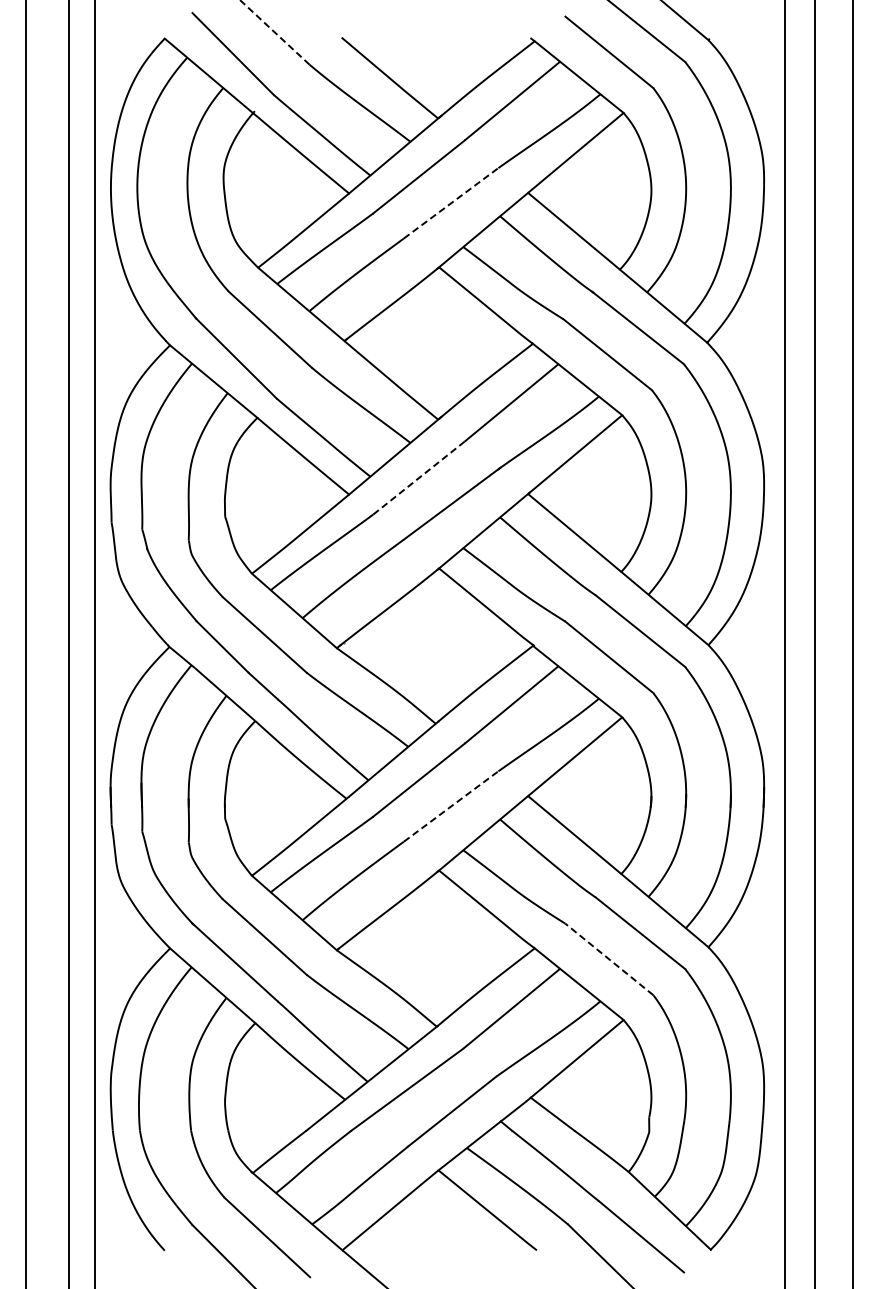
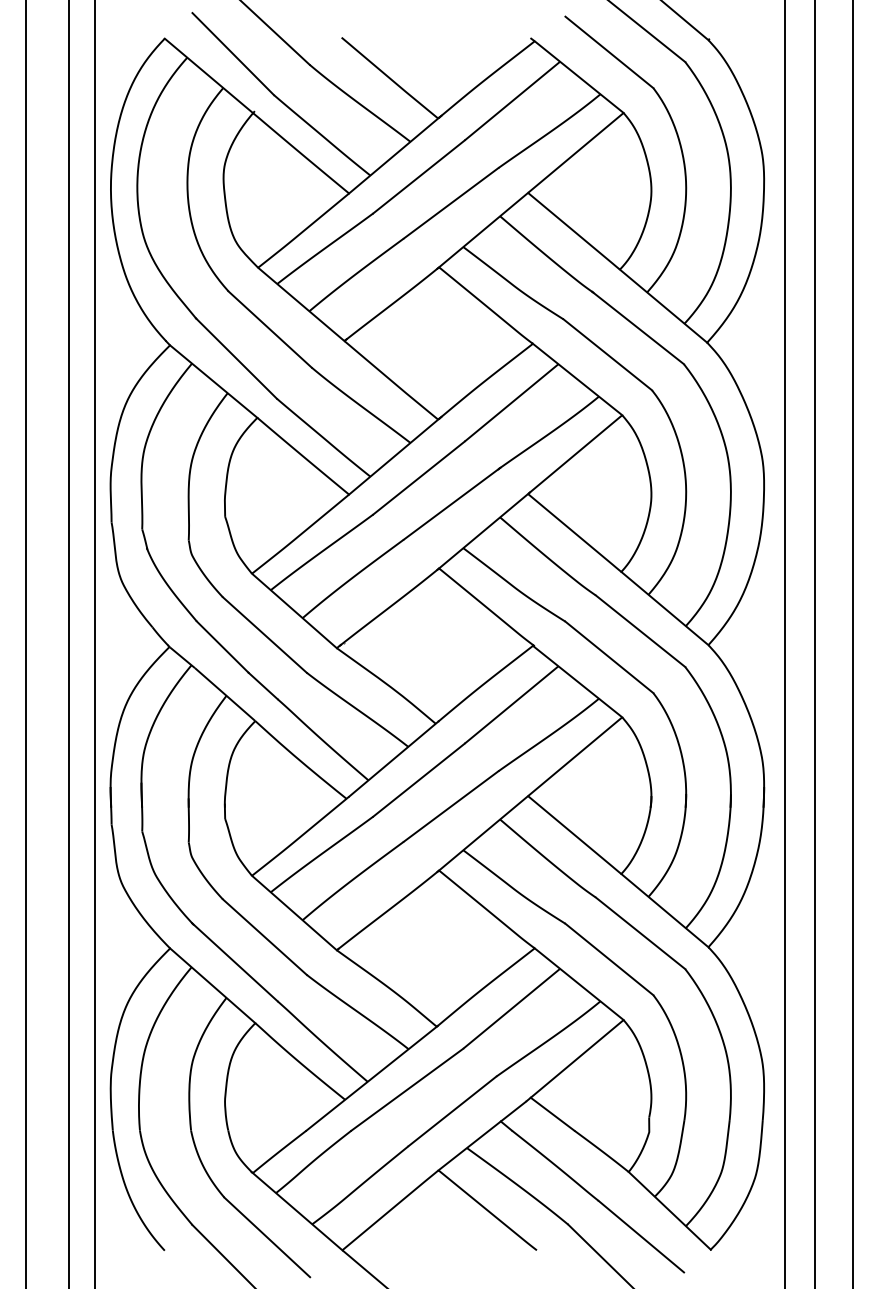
line at (274, 32): dashed -> solid
line at (451, 203): dashed -> solid
line at (419, 478): dashed -> solid
line at (451, 806): dashed -> solid
line at (609, 959): dashed -> solid
